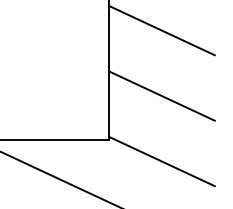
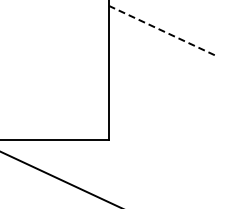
line at (161, 30): solid -> dashed
line at (161, 95): present -> none
line at (161, 161): present -> none
